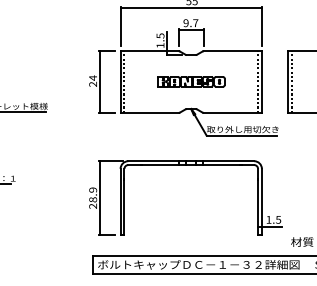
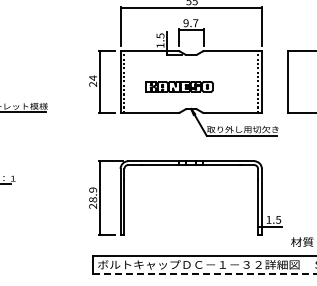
part at (191, 81) position: (191, 81) -> (179, 86)
line at (292, 81): present -> none
line at (204, 273): solid -> dashed
